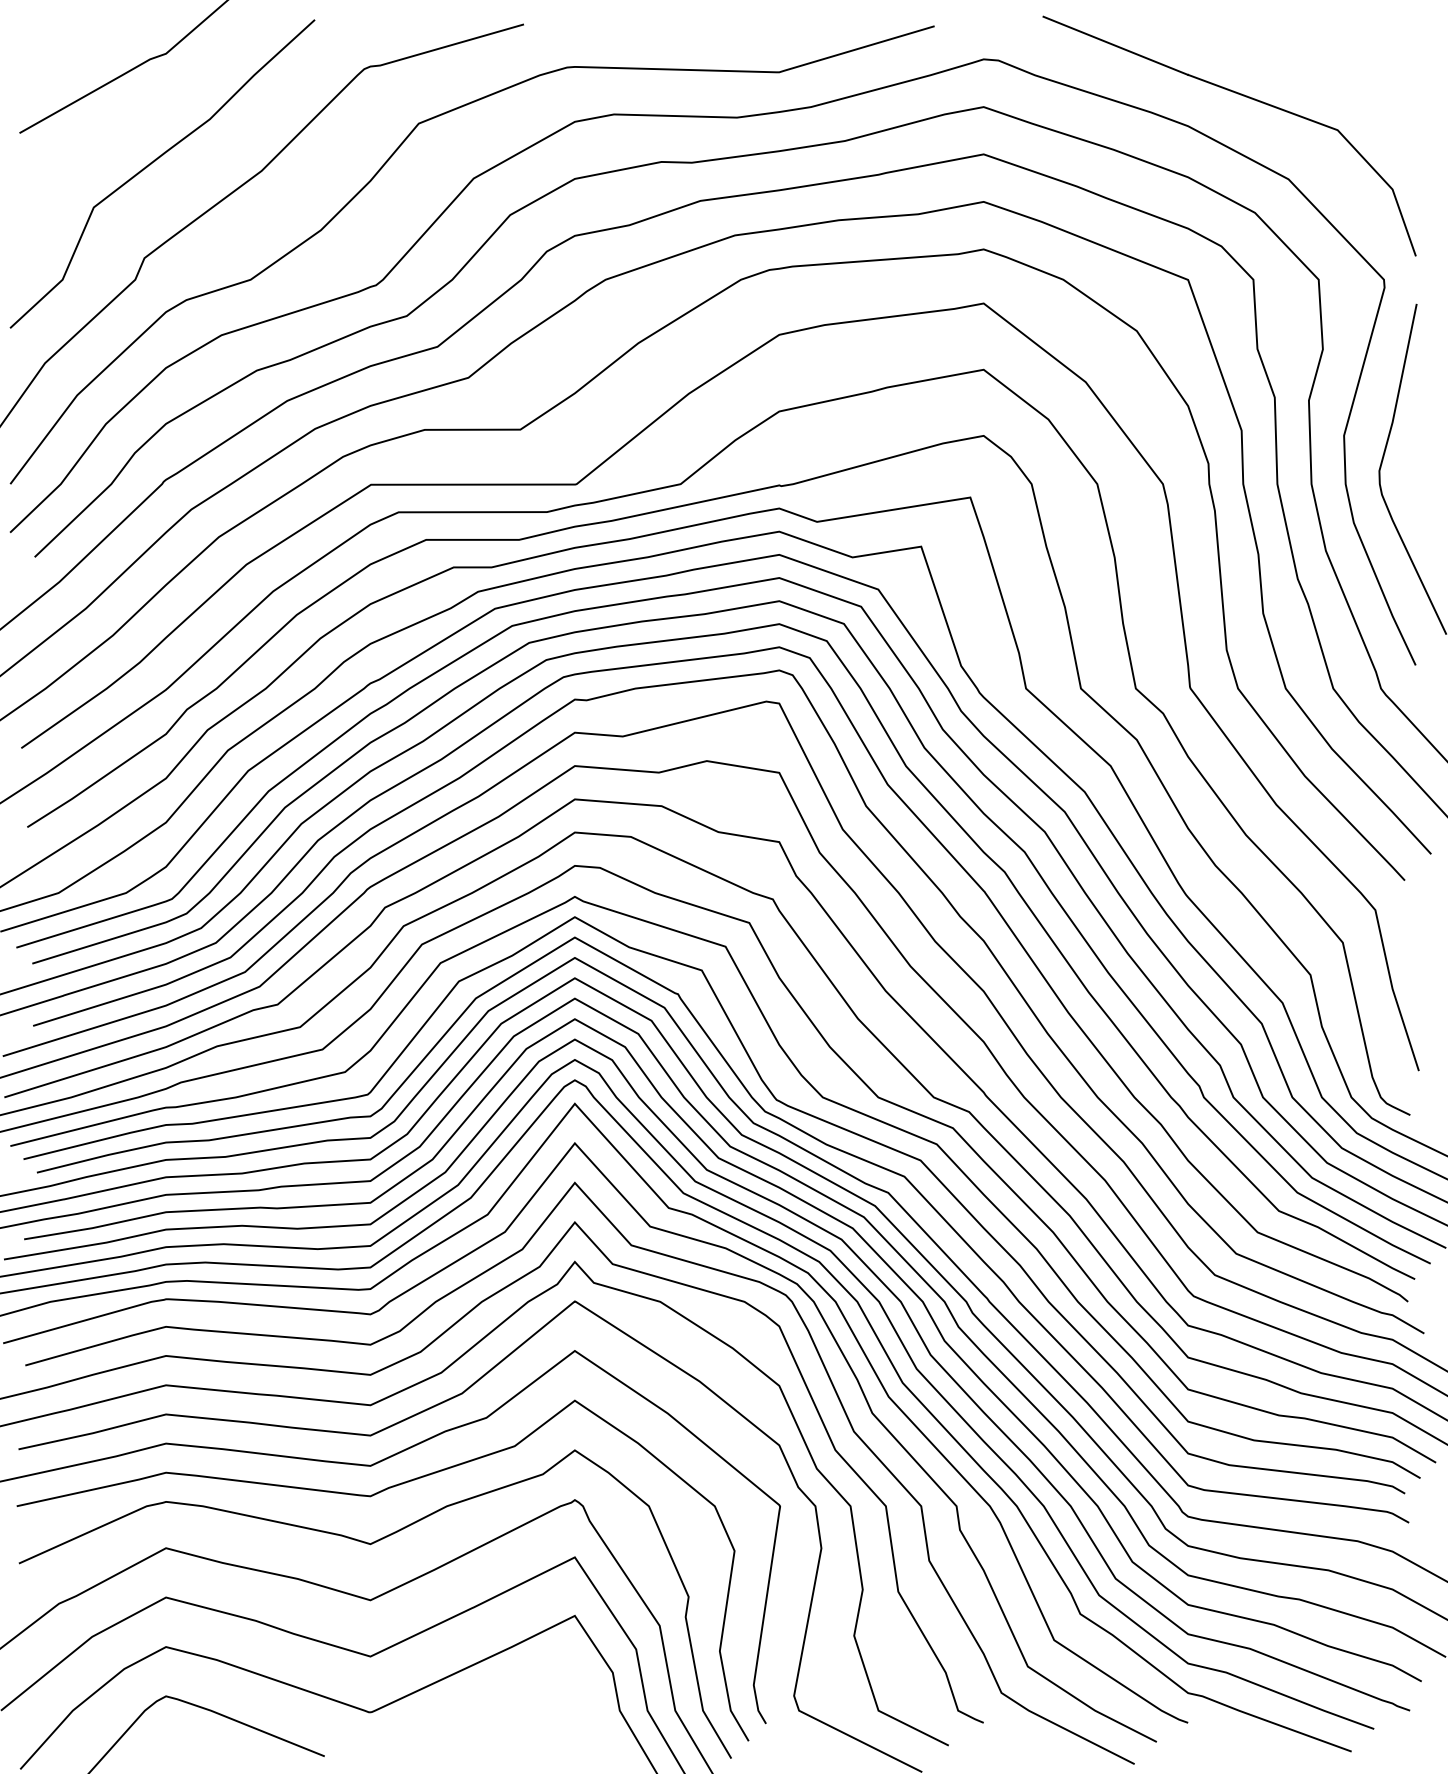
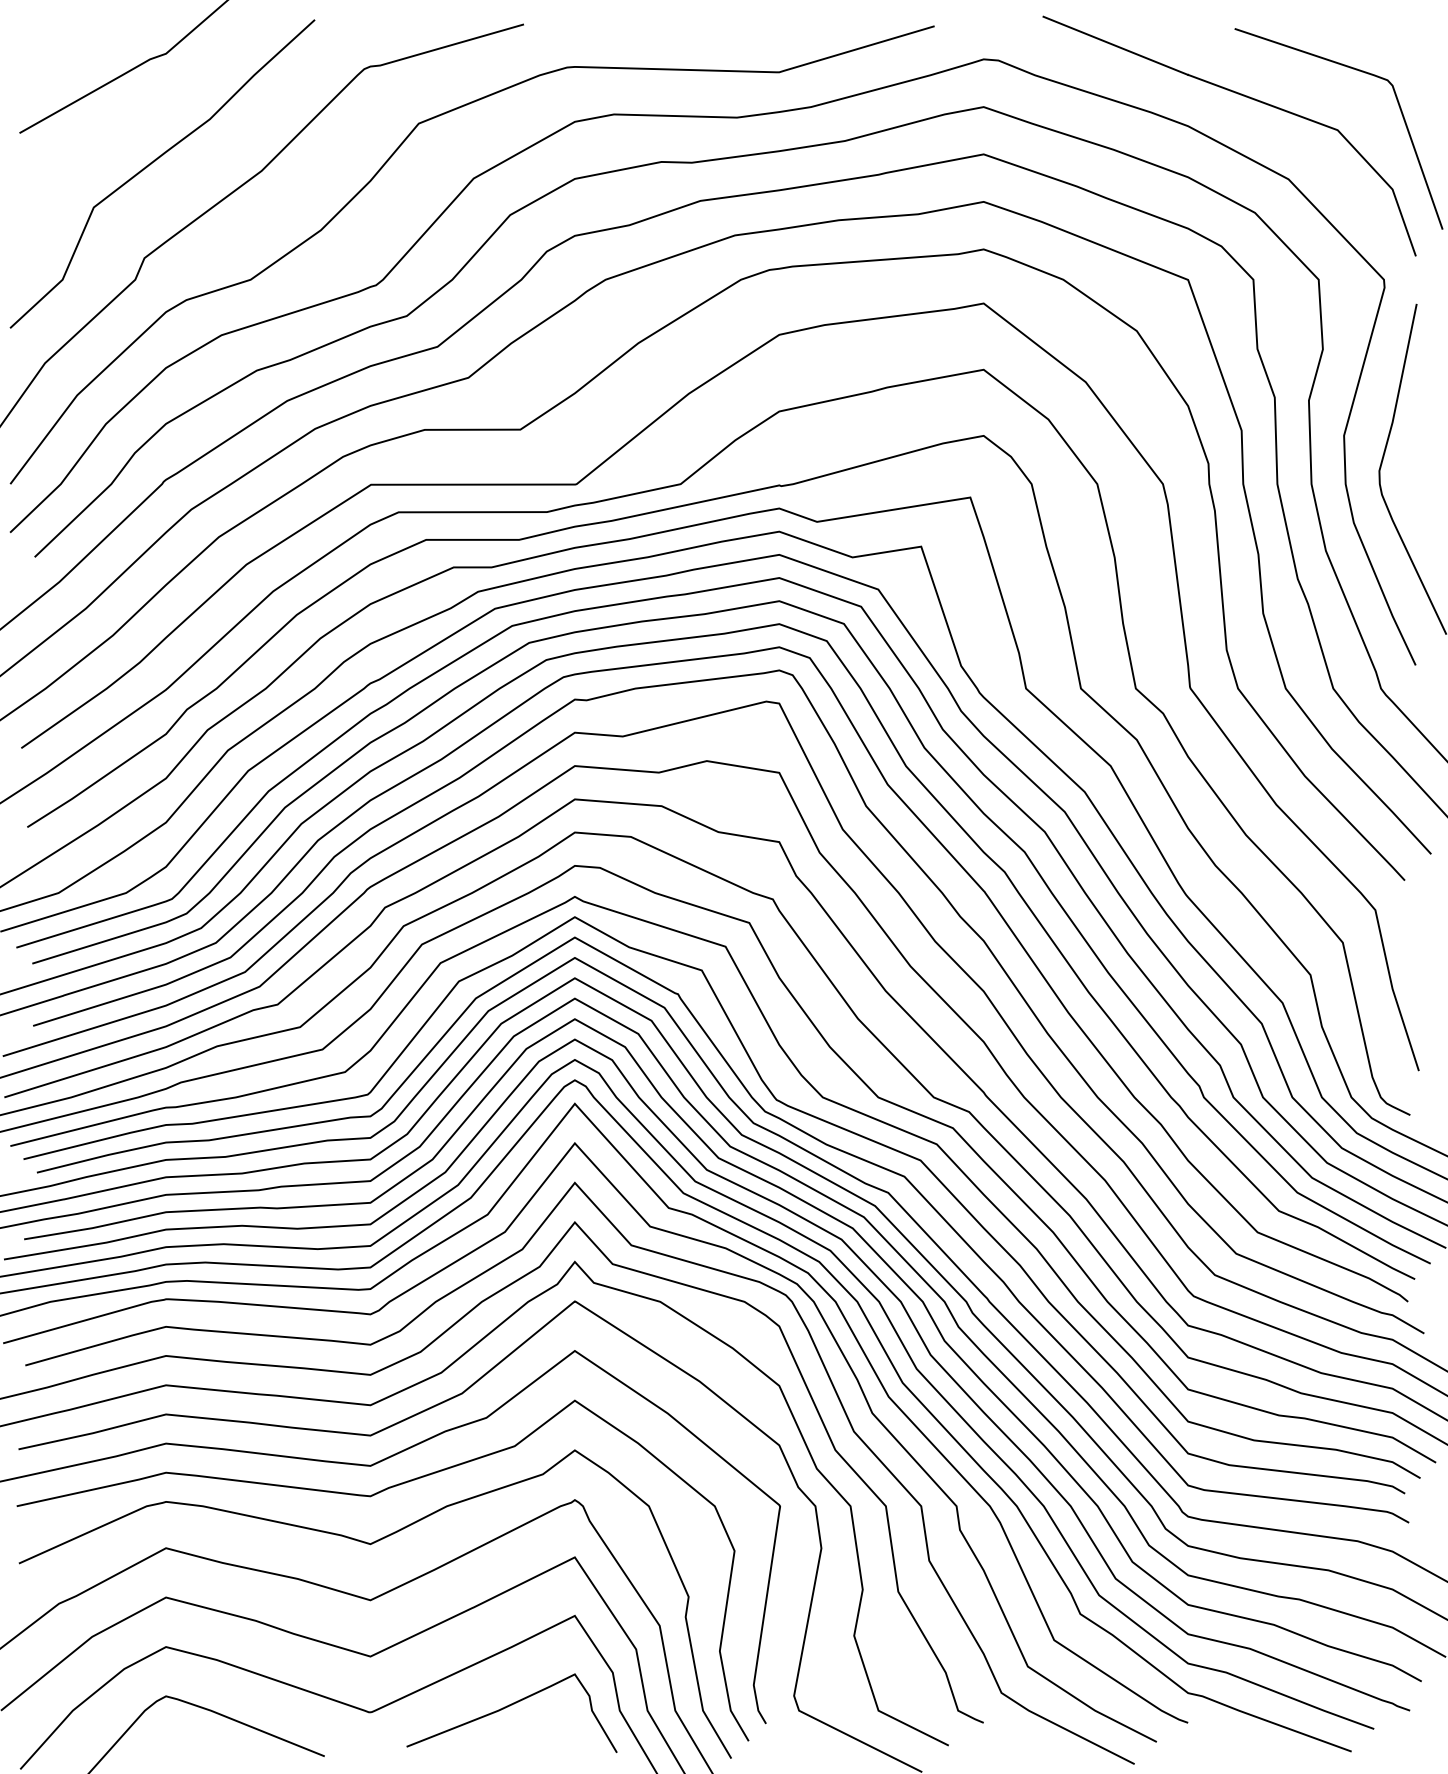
line at (1356, 70): none -> present
curve at (510, 1706): none -> present
